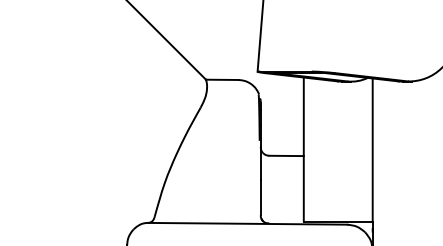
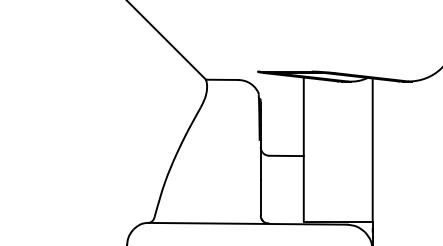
line at (260, 36): present -> none
